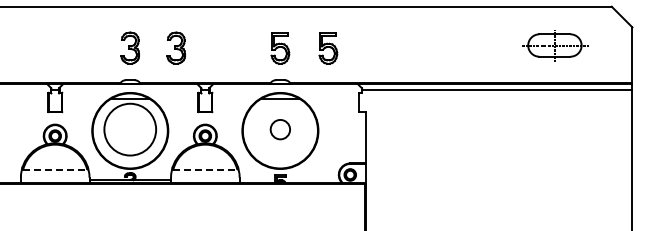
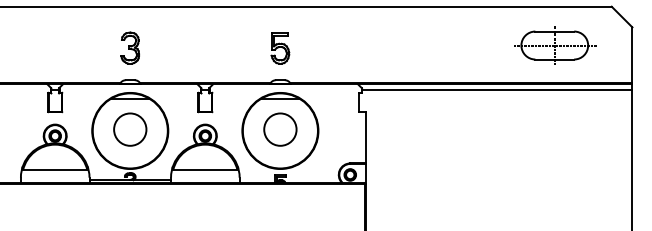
part at (555, 45) size: 67x32 px -> 83x39 px
part at (175, 47): present -> none
part at (328, 48): present -> none
circle at (130, 129) diameter: 52 px -> 32 px
circle at (280, 129) diameter: 19 px -> 32 px
line at (55, 169): dashed -> solid
line at (205, 169): dashed -> solid
